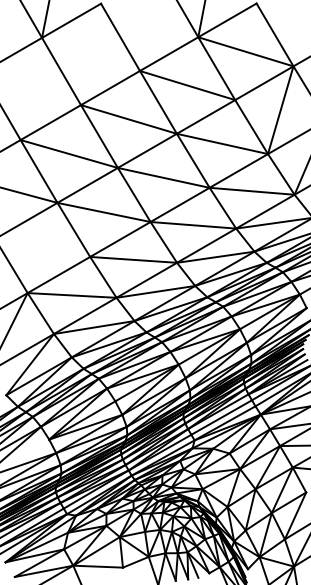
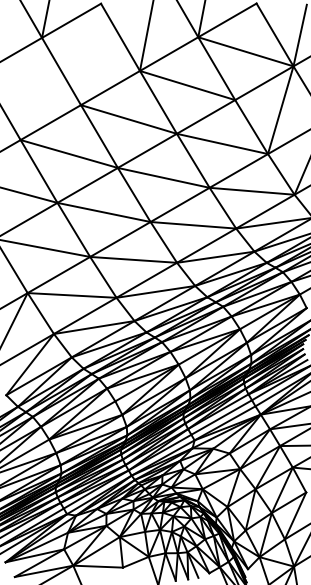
line at (299, 35): none -> present
line at (146, 36): none -> present
line at (46, 248): none -> present
line at (25, 452): none -> present
